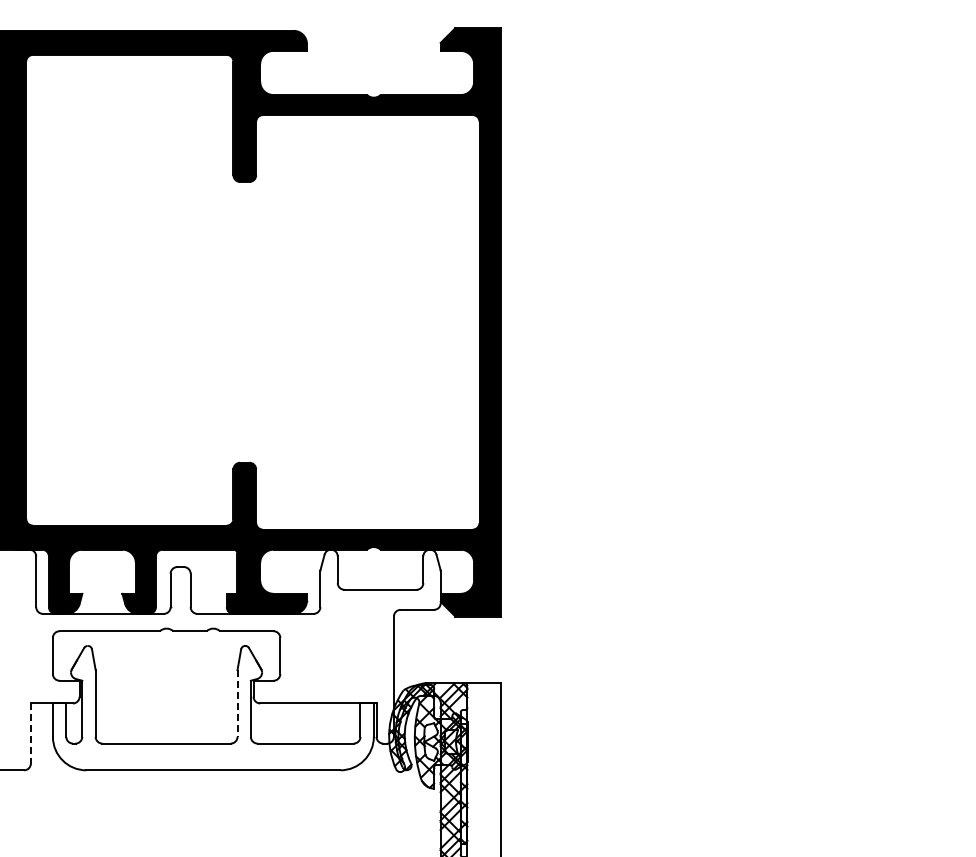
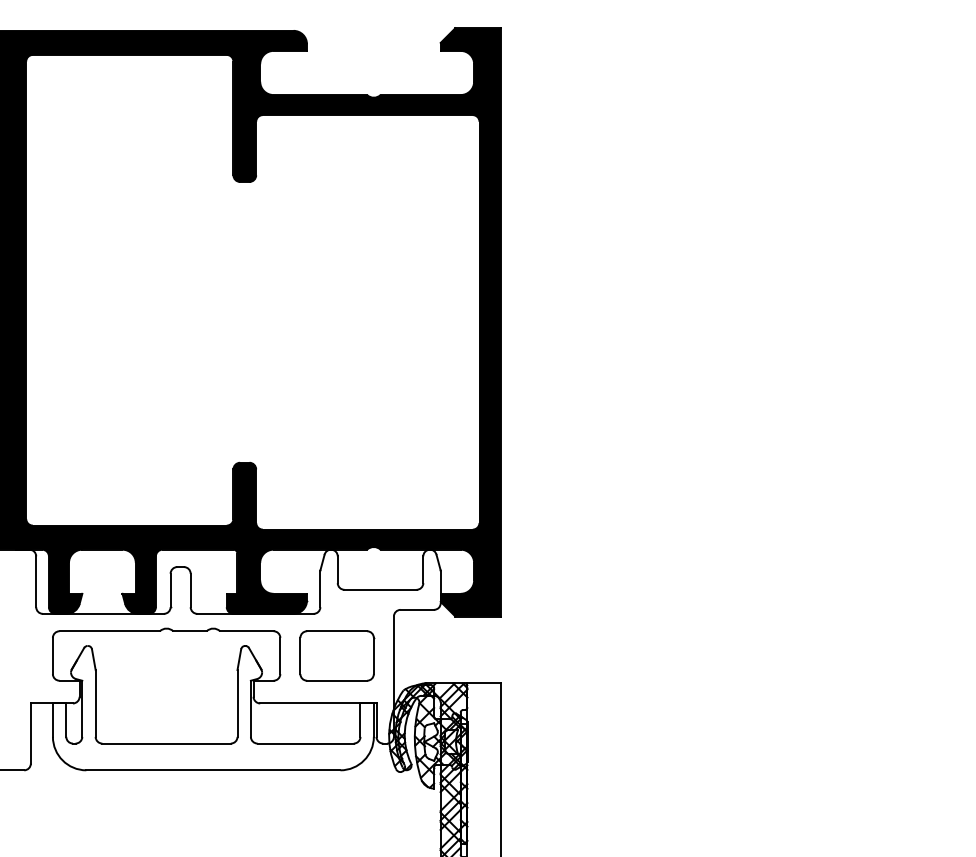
part at (337, 655): none -> present
line at (237, 703): dashed -> solid
line at (30, 734): dashed -> solid
